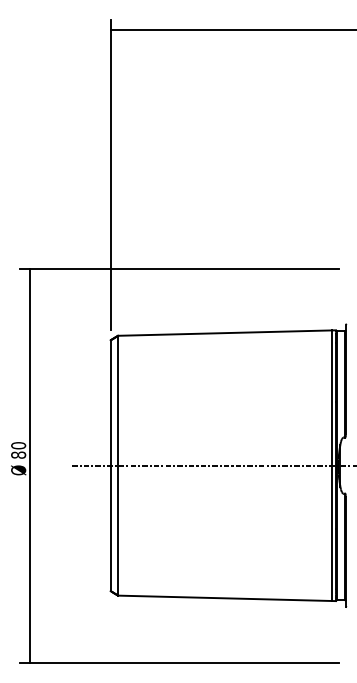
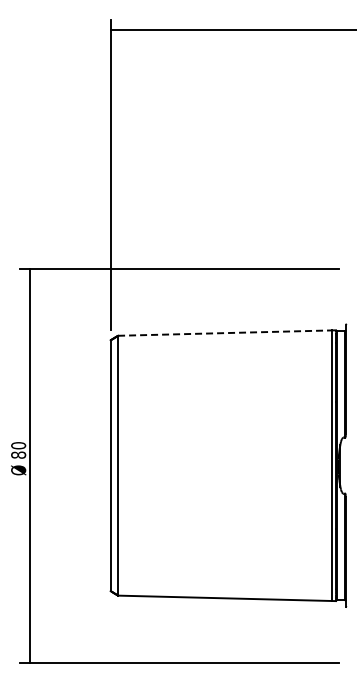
line at (225, 333): solid -> dashed
line at (212, 465): present -> none
